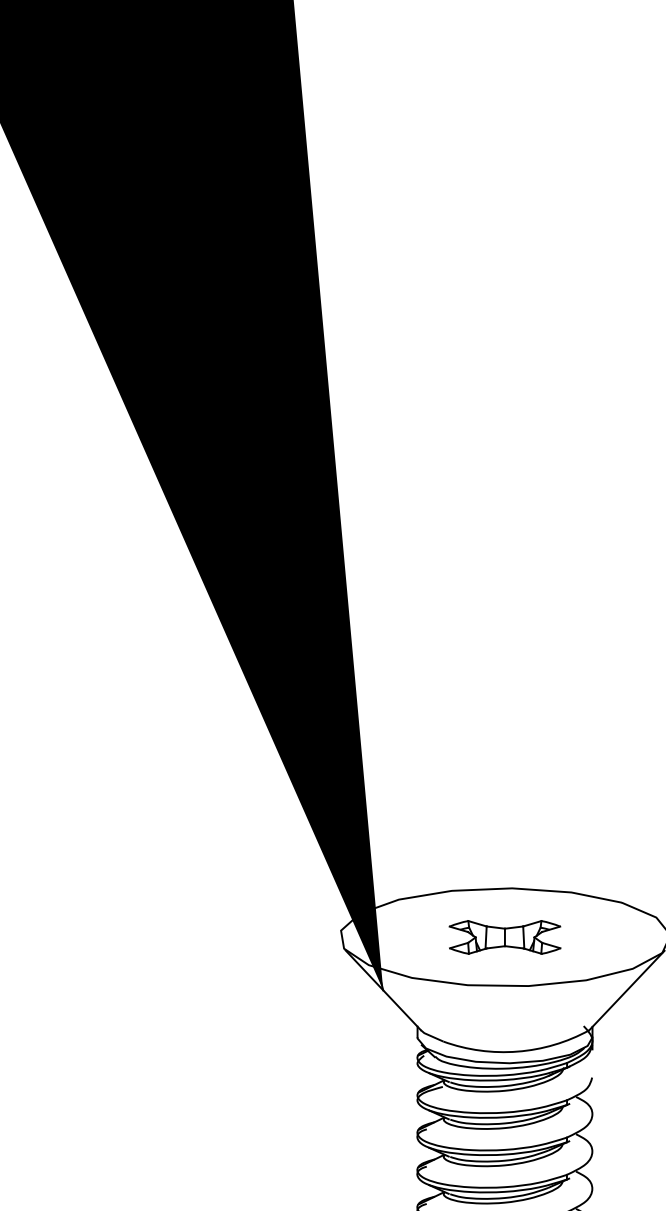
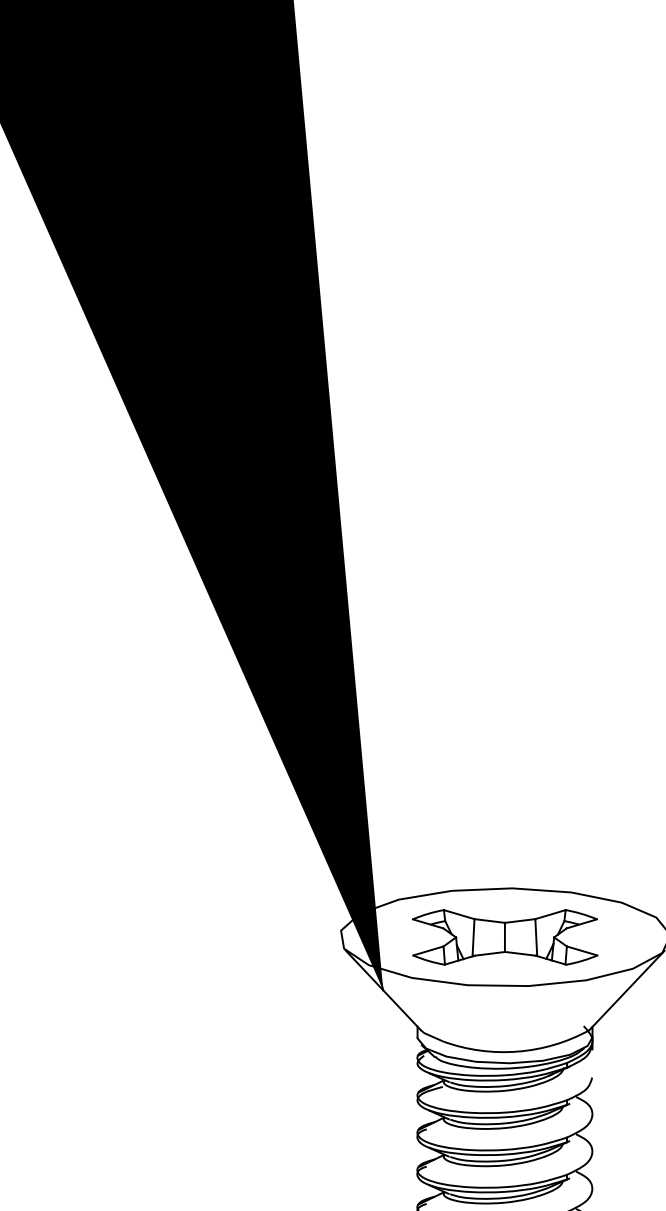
part at (504, 937) size: 114x35 px -> 188x57 px
